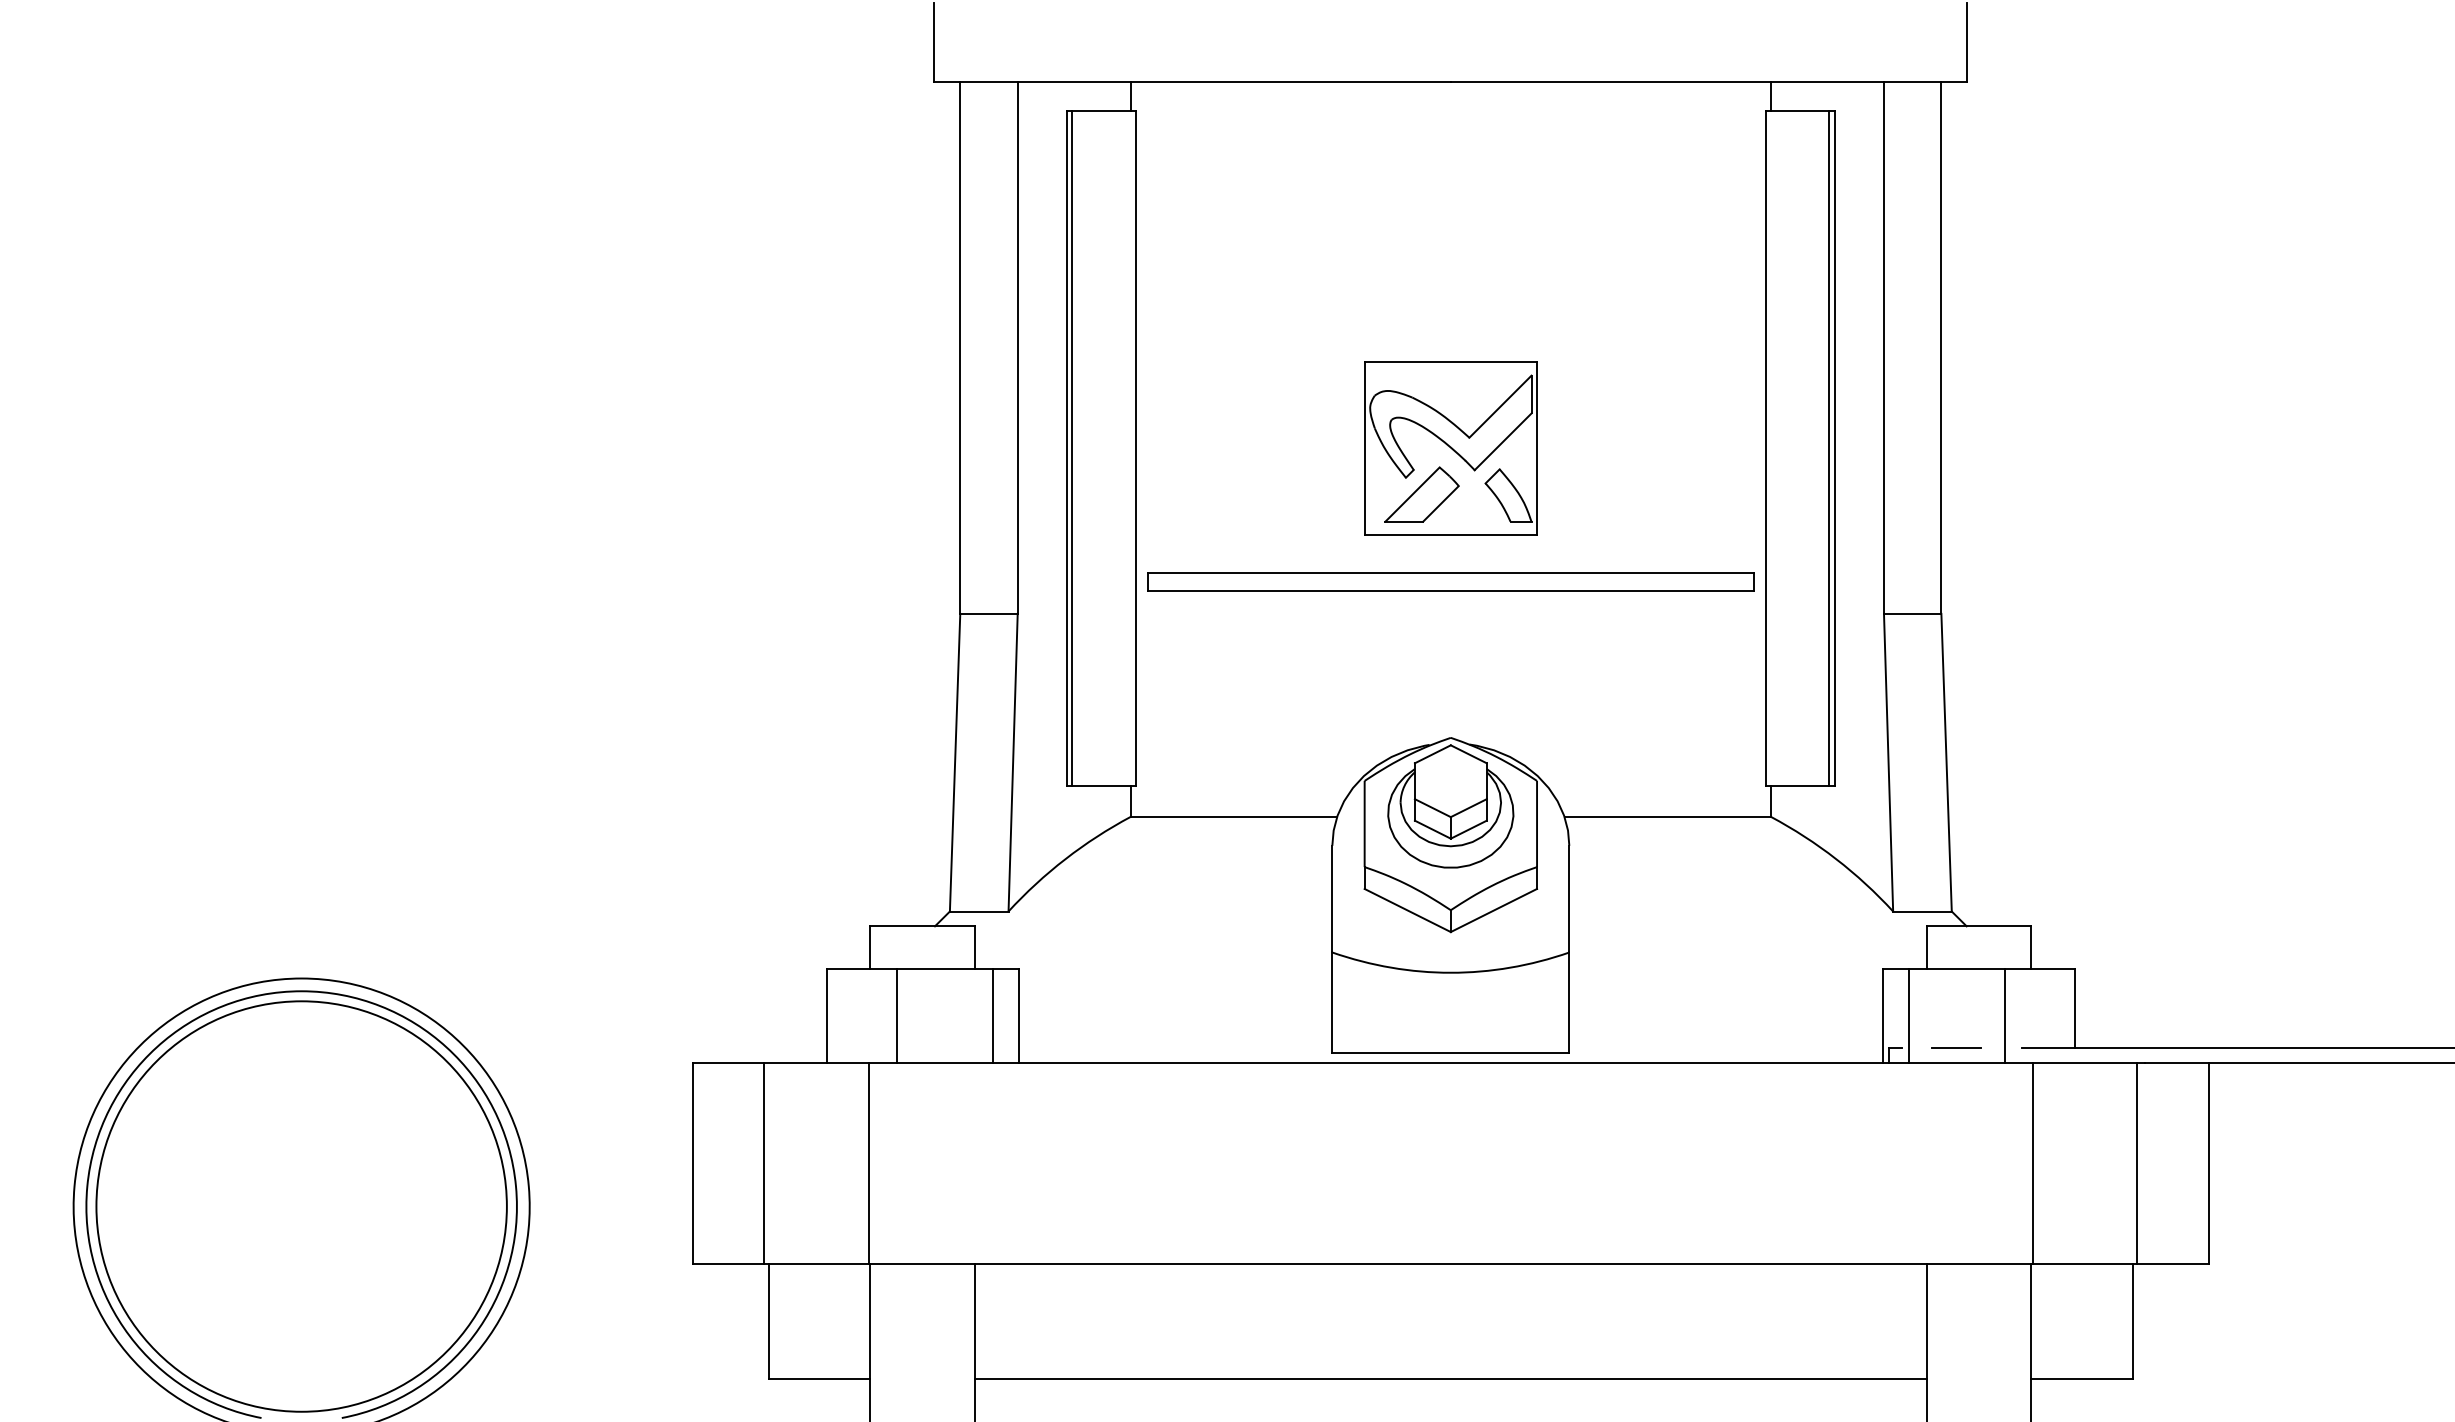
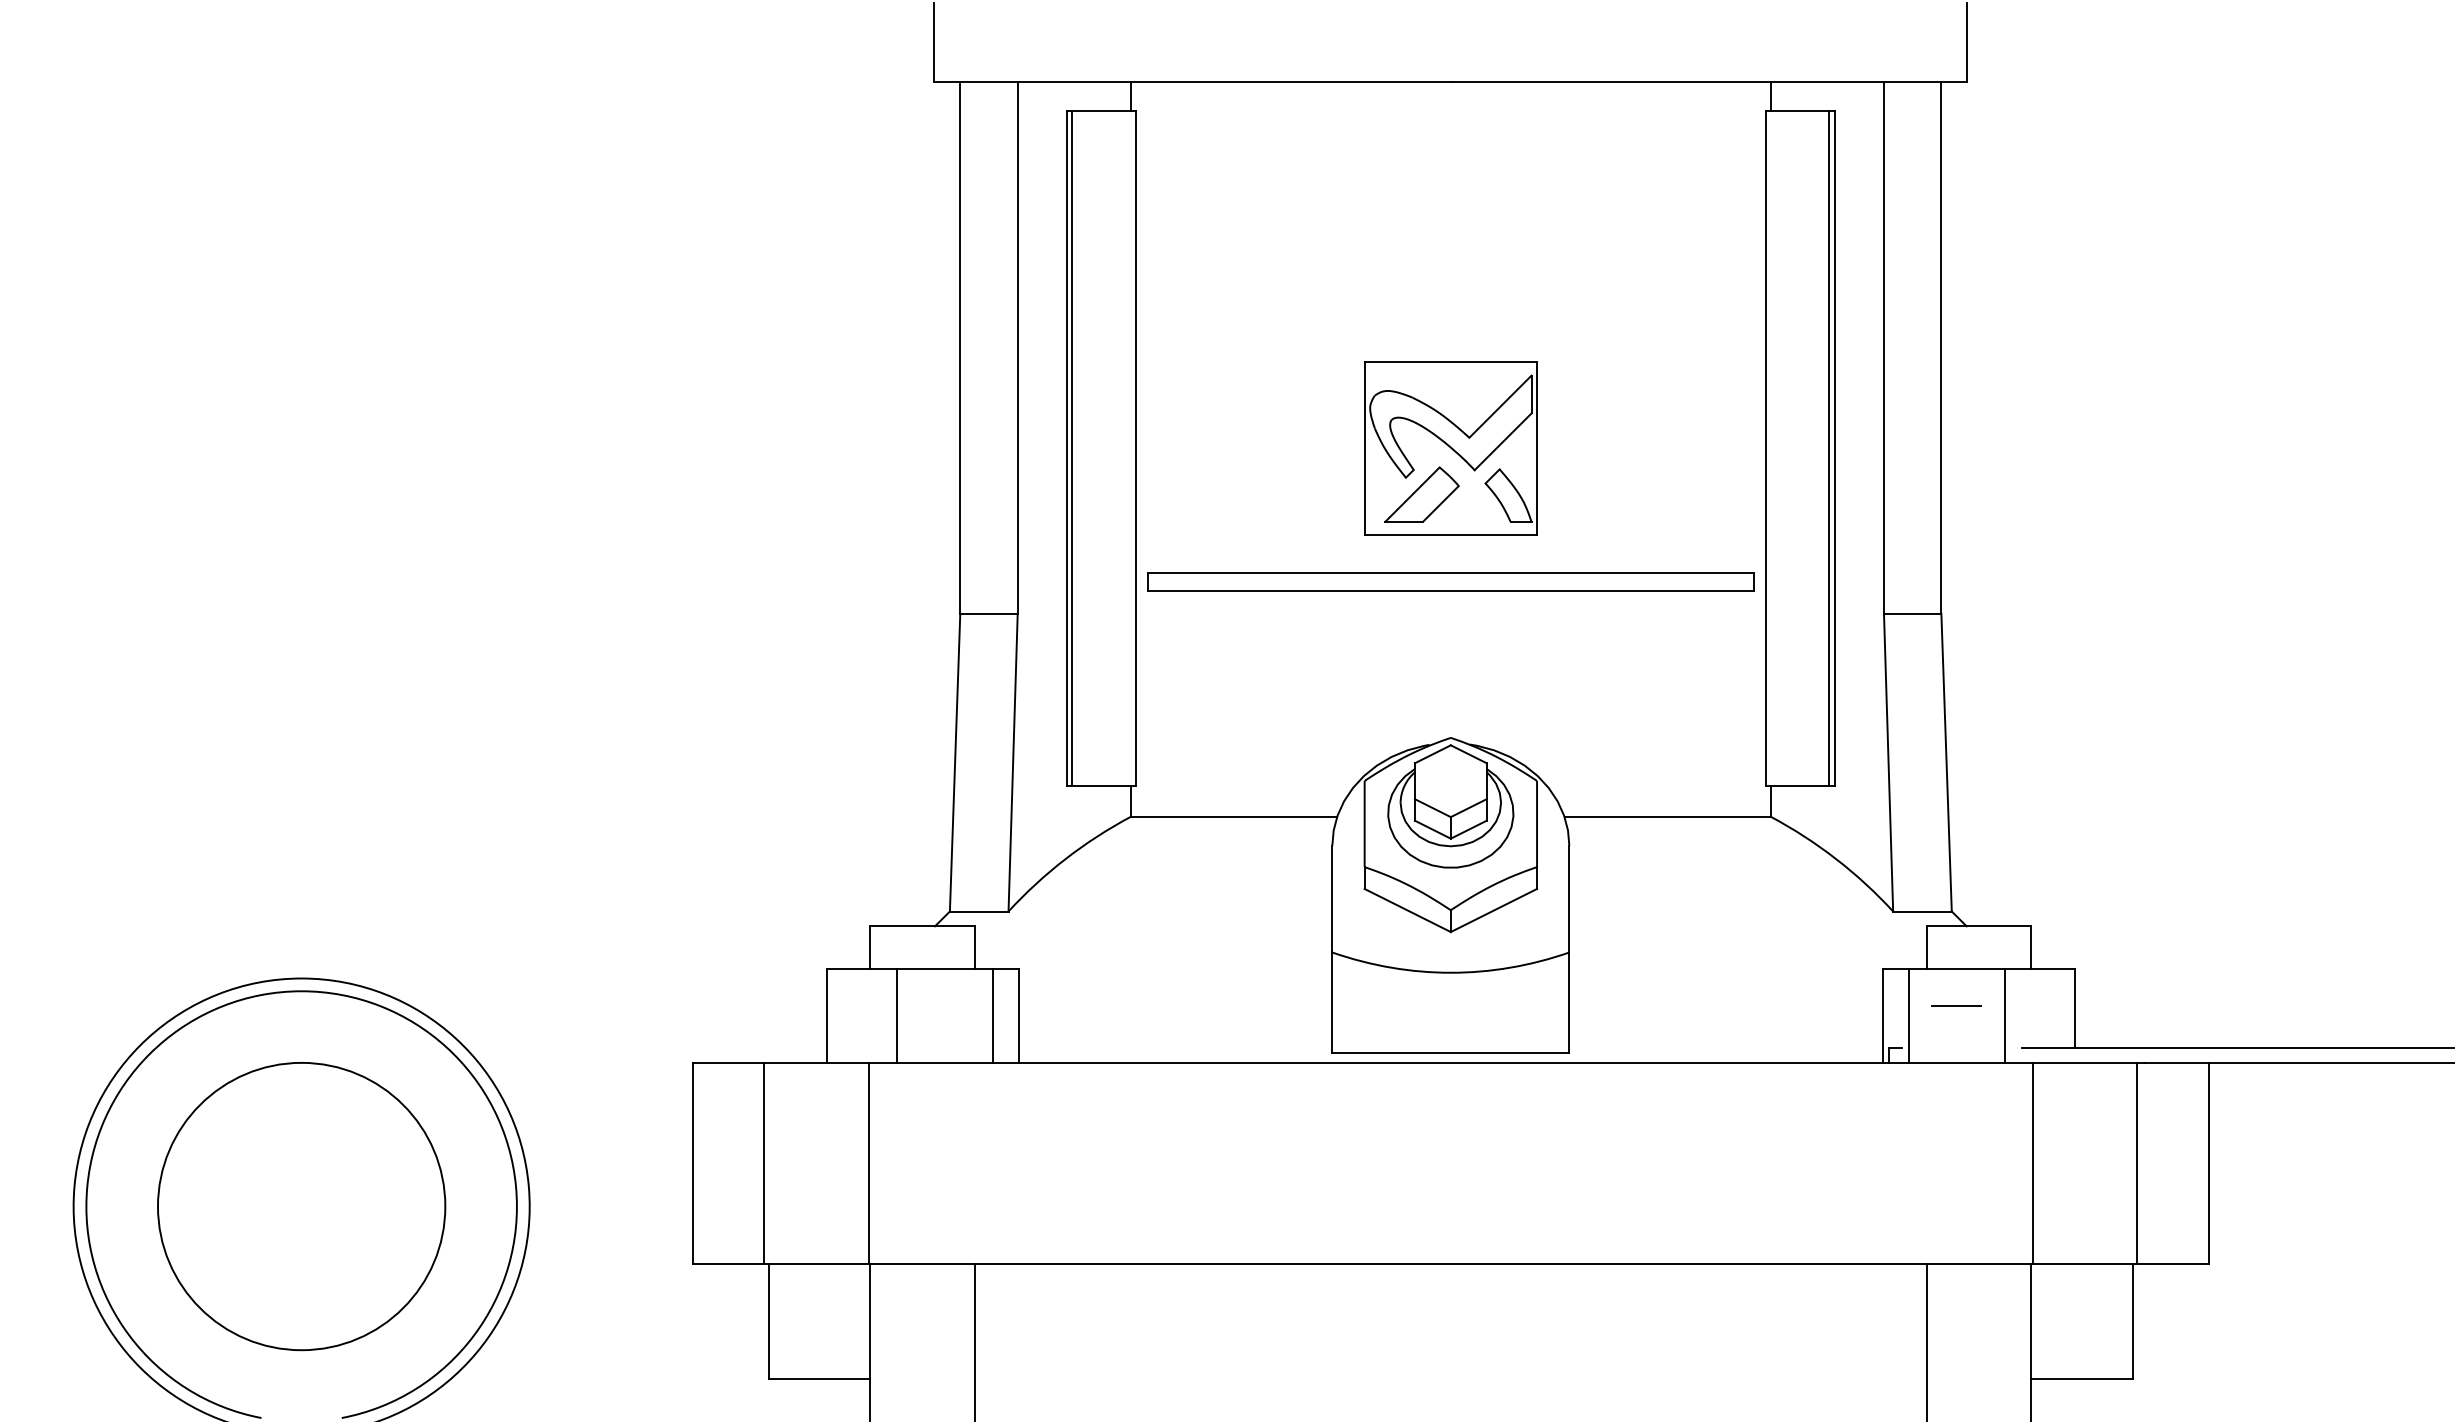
line at (1956, 1047) position: (1956, 1047) -> (1956, 1005)
circle at (301, 1206) diameter: 410 px -> 287 px
line at (1450, 1378): present -> none
